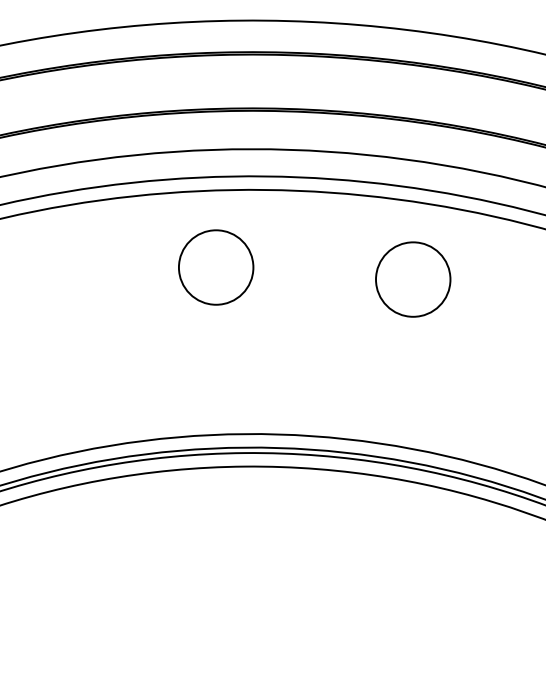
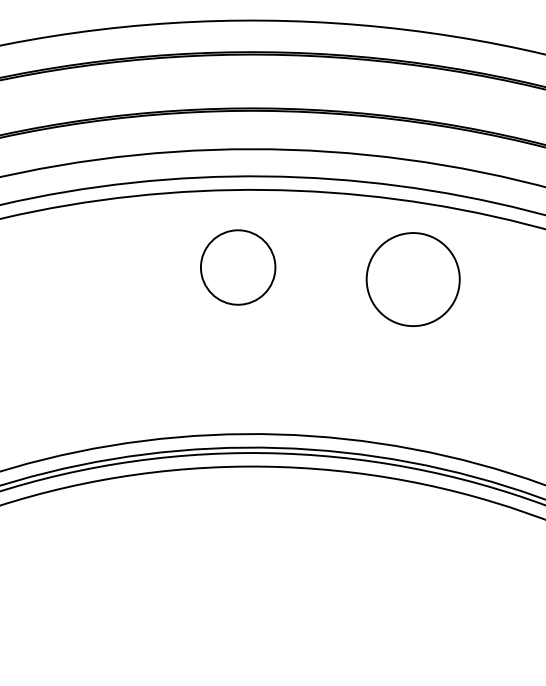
circle at (216, 267) position: (216, 267) -> (238, 267)
circle at (413, 279) diameter: 74 px -> 93 px
